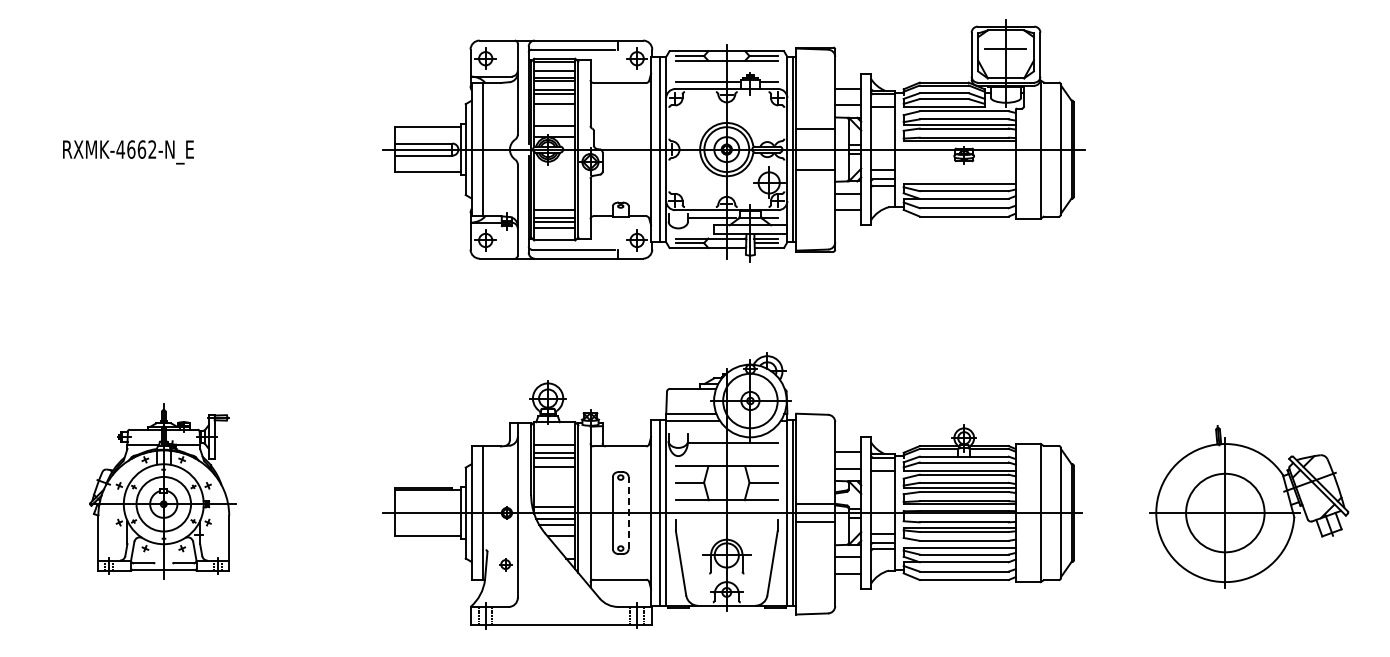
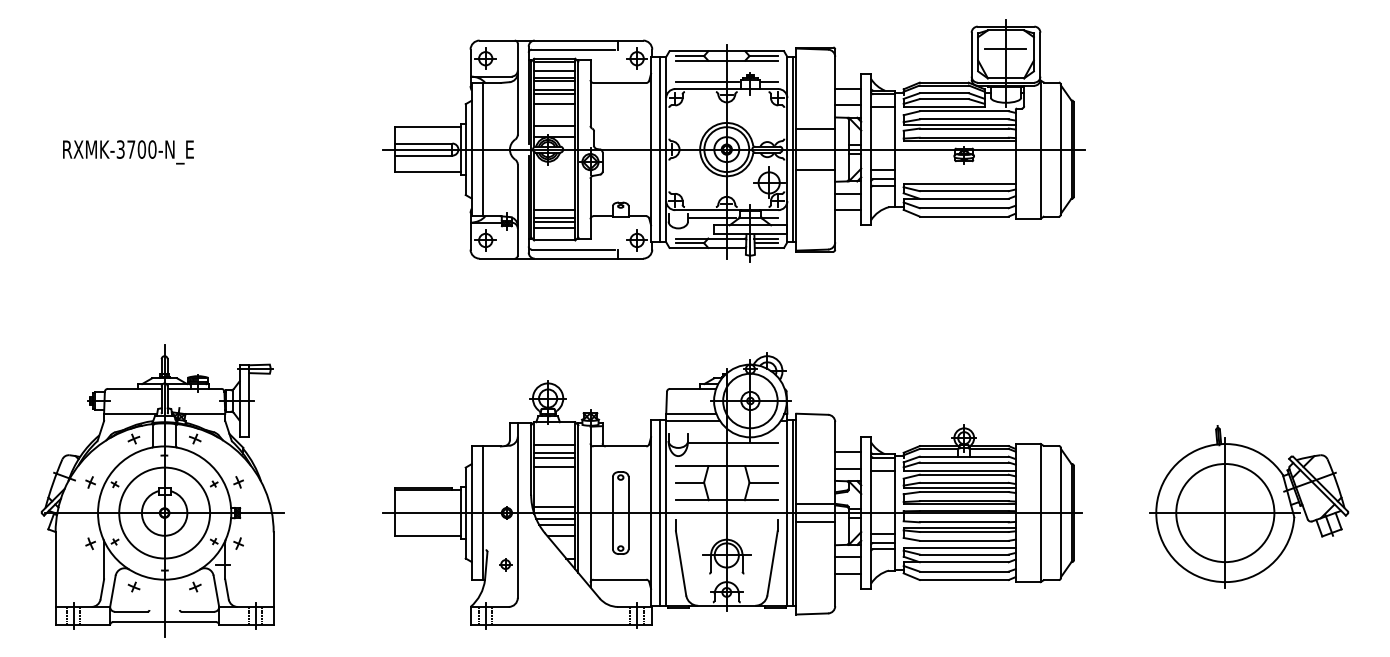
text at (136, 149): RXMK-4662-N_E -> RXMK-3700-N_E
part at (162, 491) size: 148x177 px -> 245x294 px
line at (628, 512): dashed -> solid
circle at (1225, 512) diameter: 79 px -> 98 px
